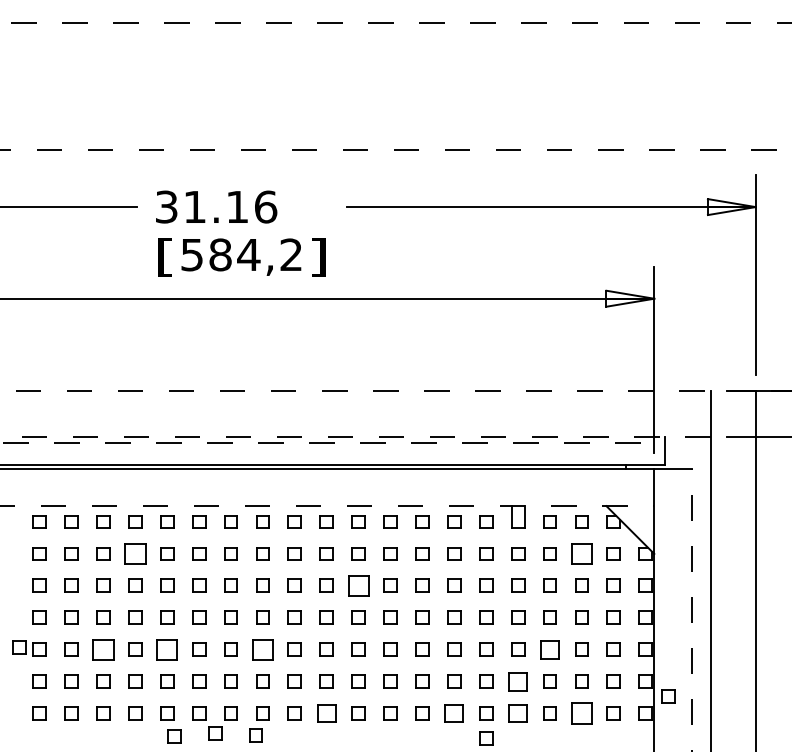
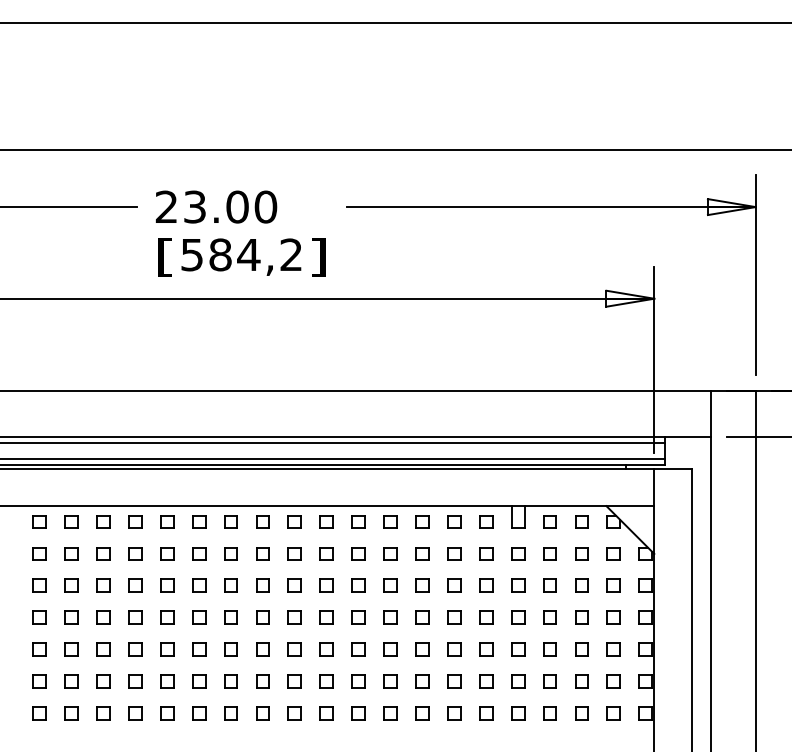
line at (396, 22): dashed -> solid
line at (396, 150): dashed -> solid
text at (216, 206): 31.16 -> 23.00
line at (377, 391): dashed -> solid
line at (354, 436): dashed -> solid
line at (333, 442): dashed -> solid
line at (333, 458): none -> present
line at (327, 506): dashed -> solid
part at (135, 553) size: 23x22 px -> 15x14 px
part at (581, 553) size: 22x22 px -> 14x14 px
part at (358, 585) size: 22x22 px -> 15x15 px
line at (691, 609): dashed -> solid
part at (19, 647): present -> none
part at (103, 649) size: 23x22 px -> 15x15 px
part at (166, 649) size: 22x22 px -> 15x15 px
part at (262, 649) size: 22x22 px -> 14x15 px
part at (549, 649) size: 20x20 px -> 14x15 px
part at (517, 681) size: 20x20 px -> 15x15 px
part at (668, 696): present -> none
part at (326, 713) size: 20x19 px -> 15x15 px
part at (453, 713) size: 20x19 px -> 15x15 px
part at (517, 713) size: 20x19 px -> 15x15 px
part at (581, 713) size: 22x23 px -> 14x15 px
part at (215, 733): present -> none
part at (255, 735): present -> none
part at (174, 736): present -> none
part at (486, 738): present -> none
